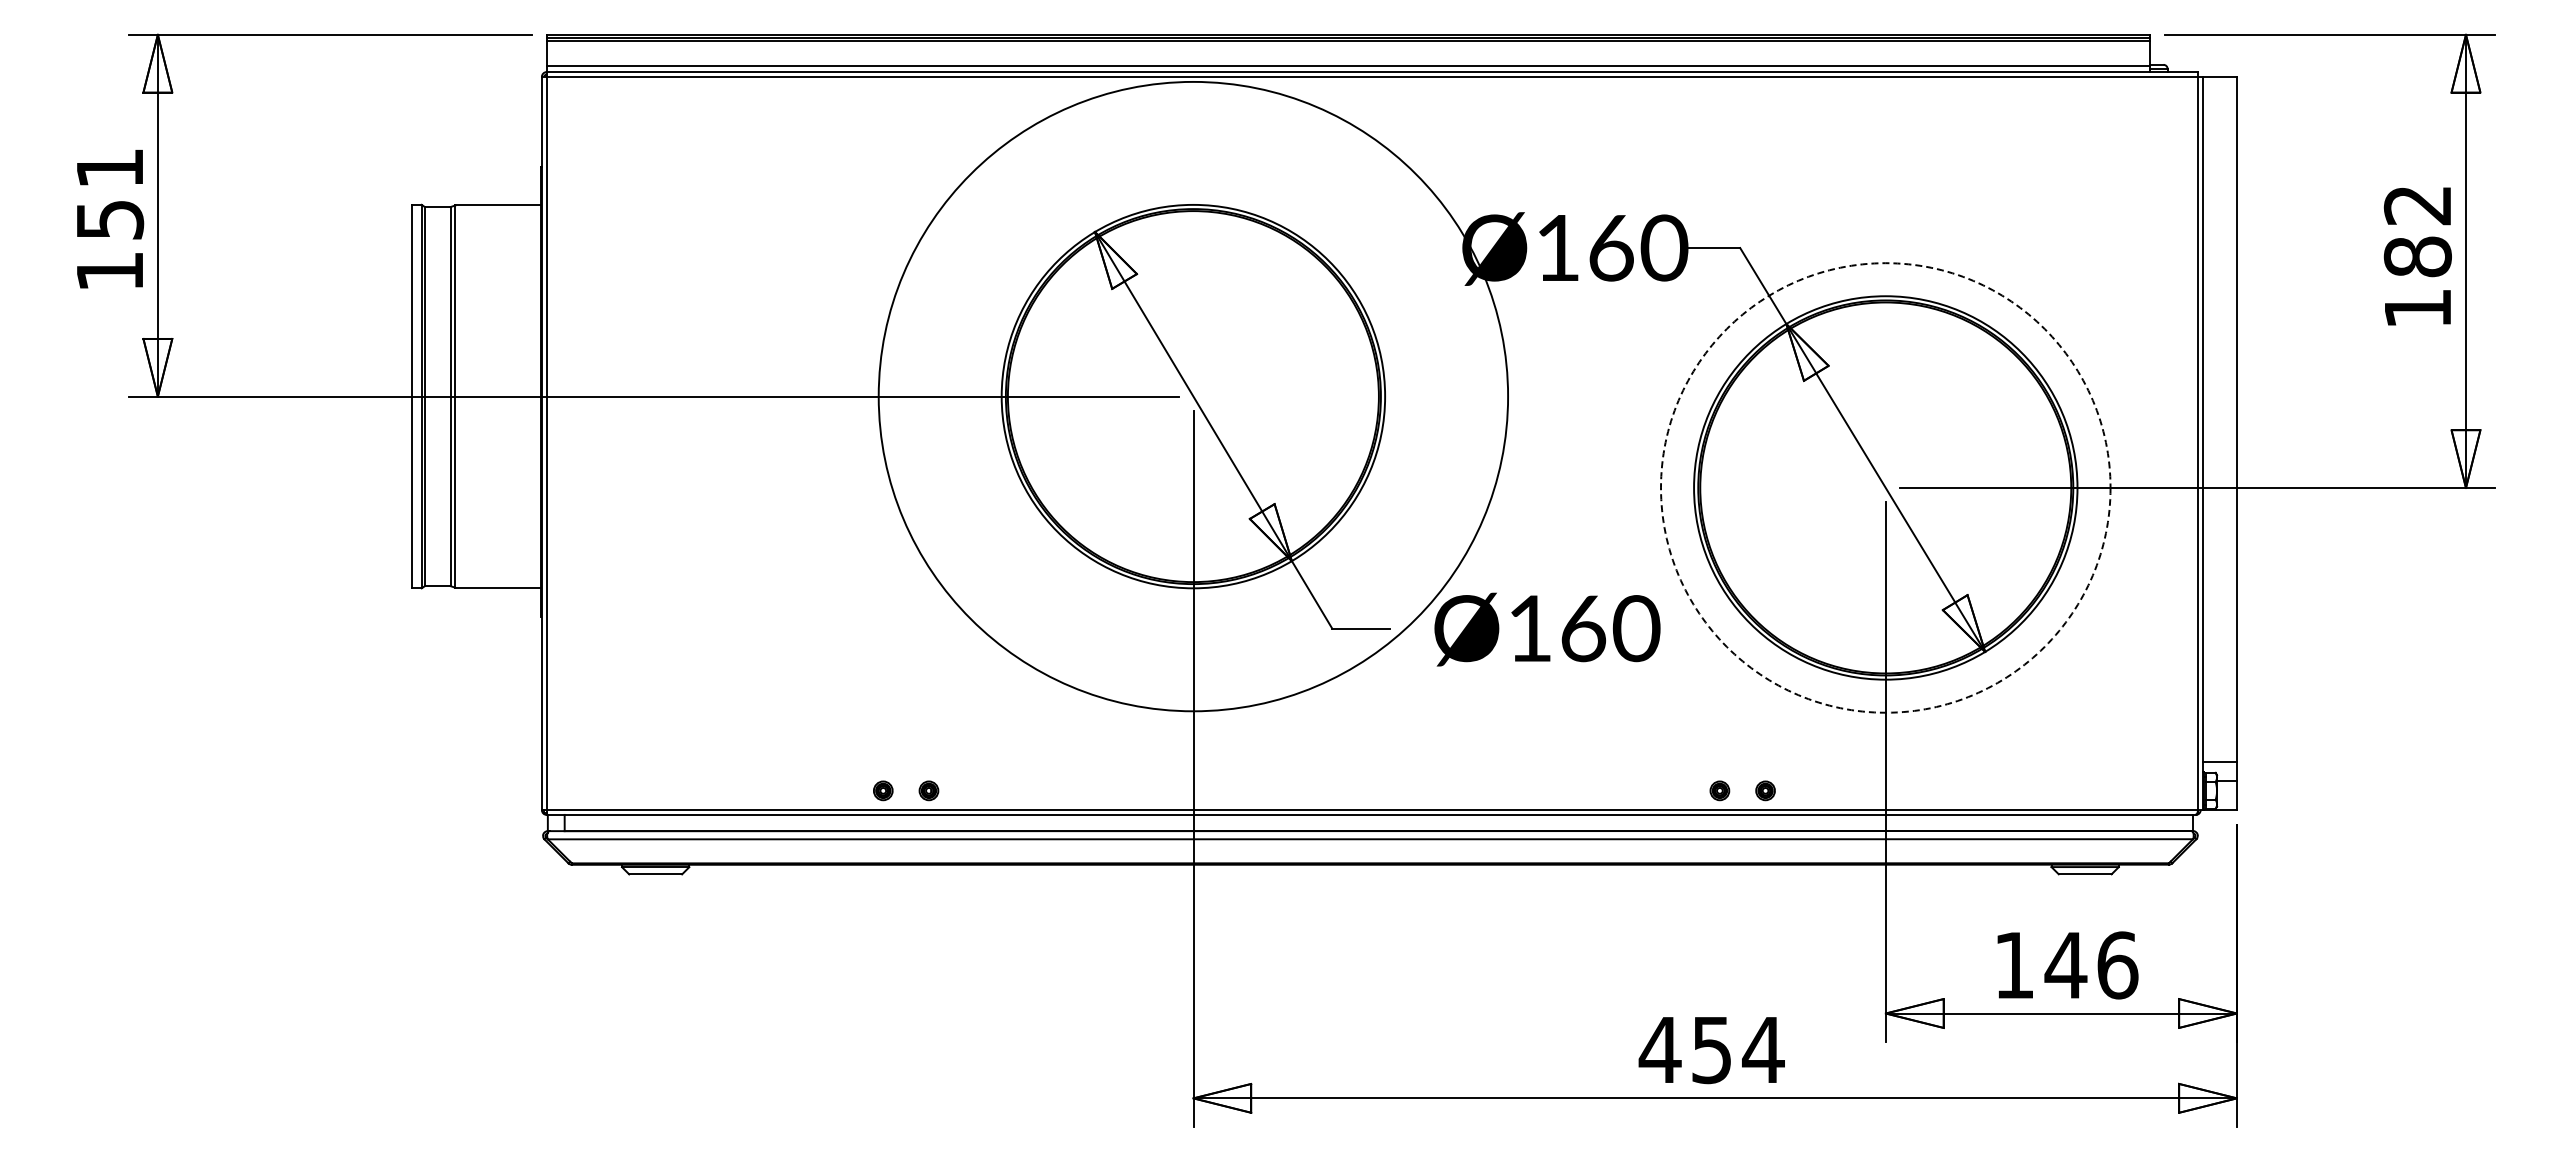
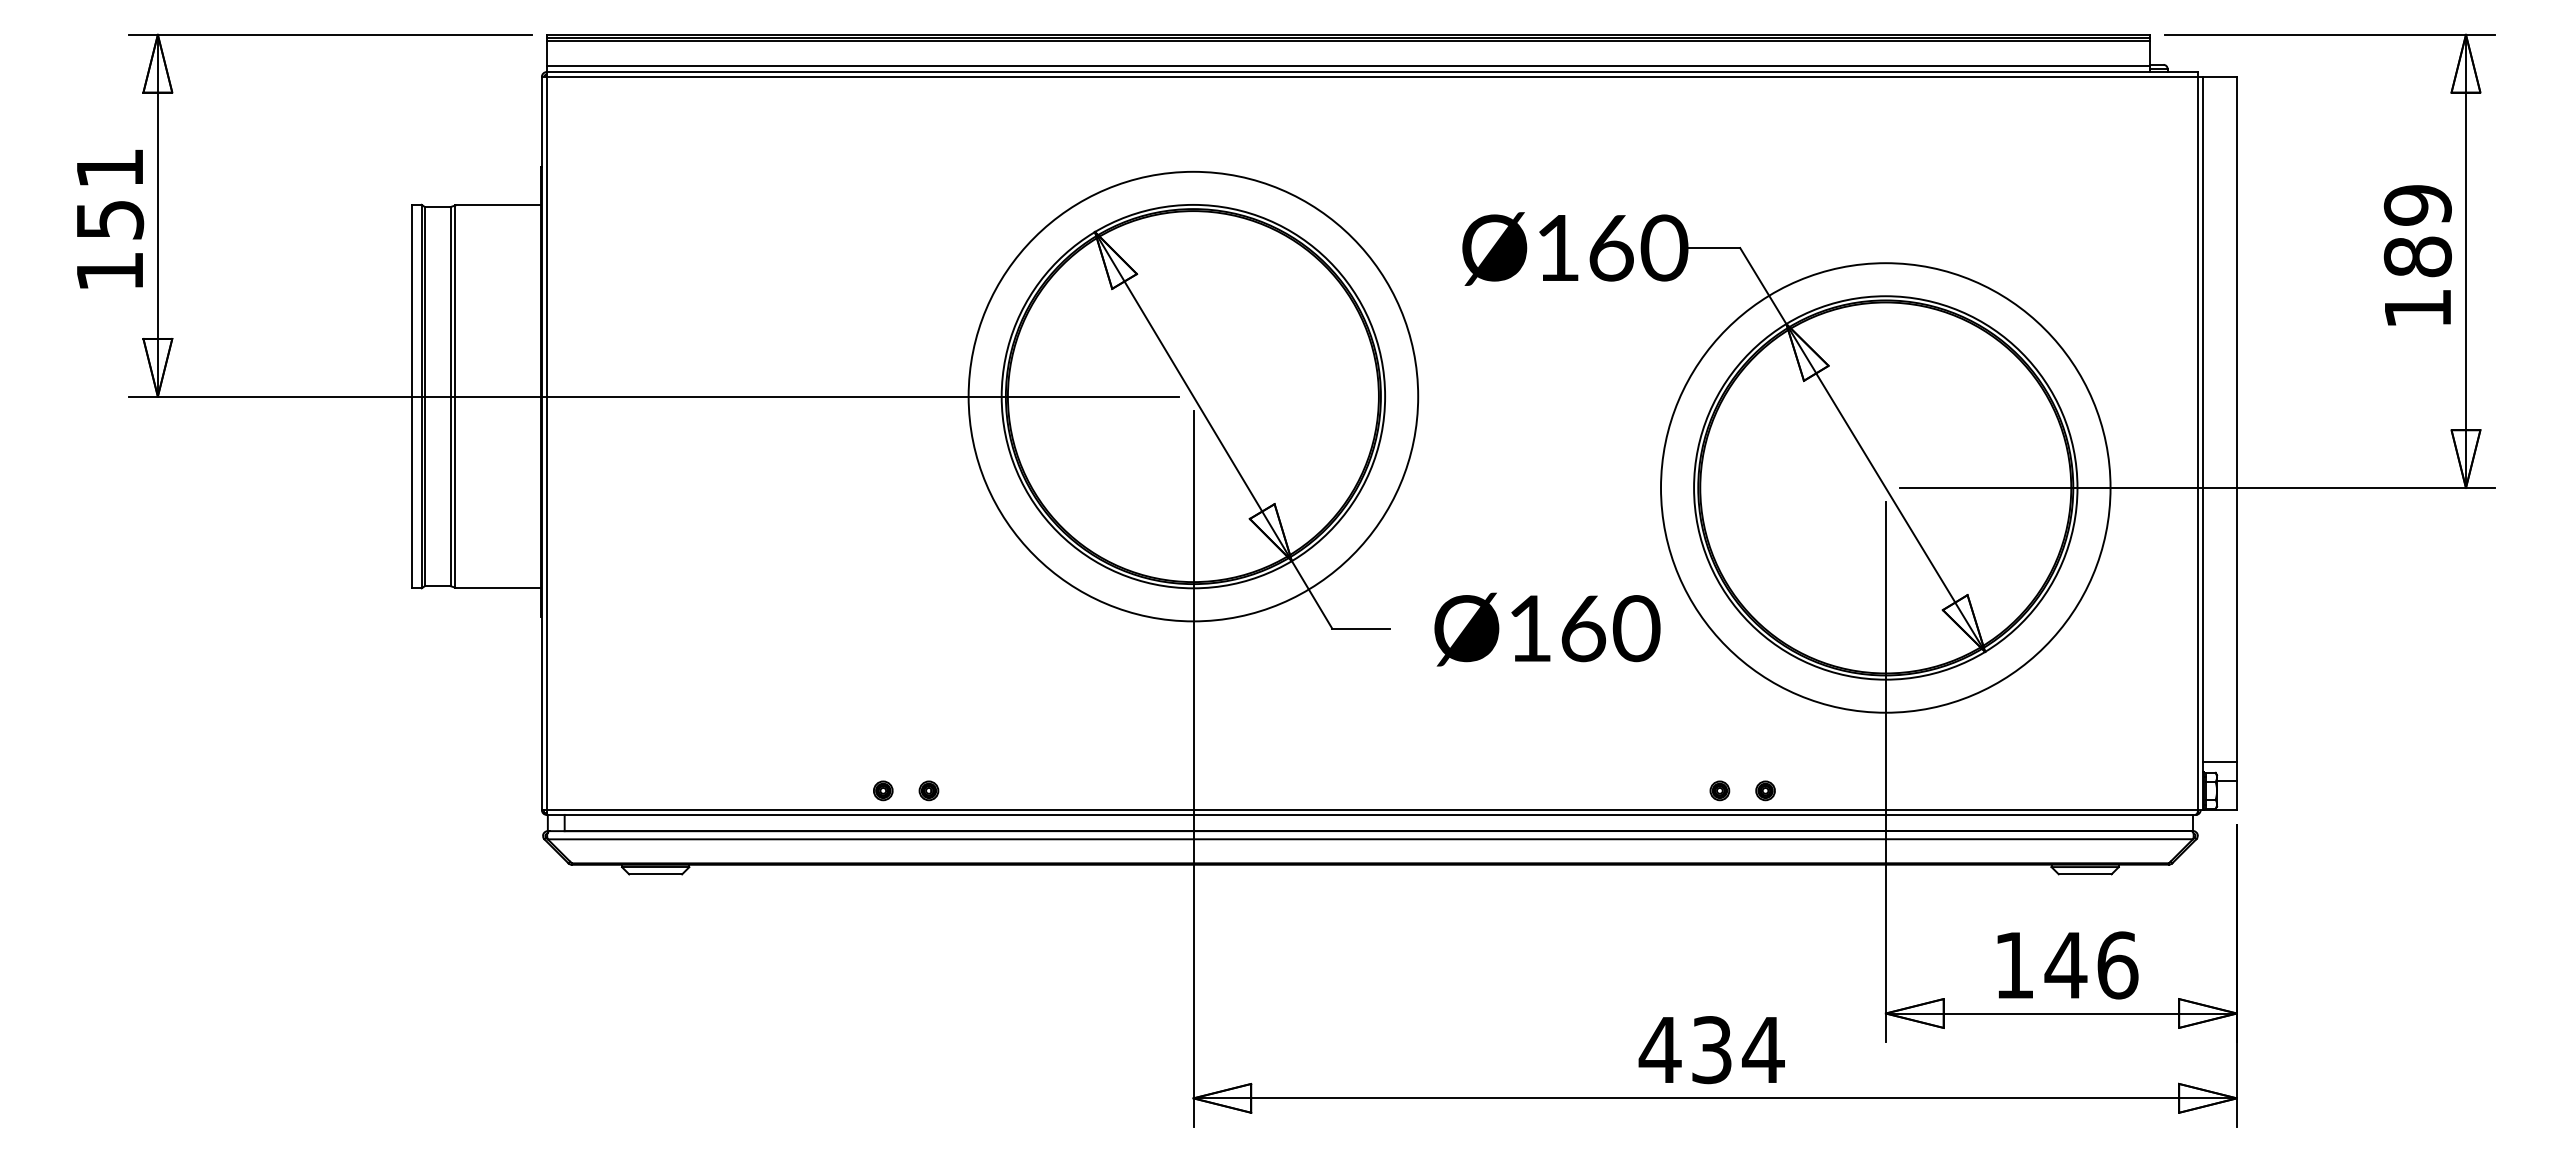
text at (2417, 205): 182 -> 189
circle at (1193, 396) diameter: 629 px -> 450 px
circle at (1885, 487): dashed -> solid
text at (1711, 1049): 454 -> 434
